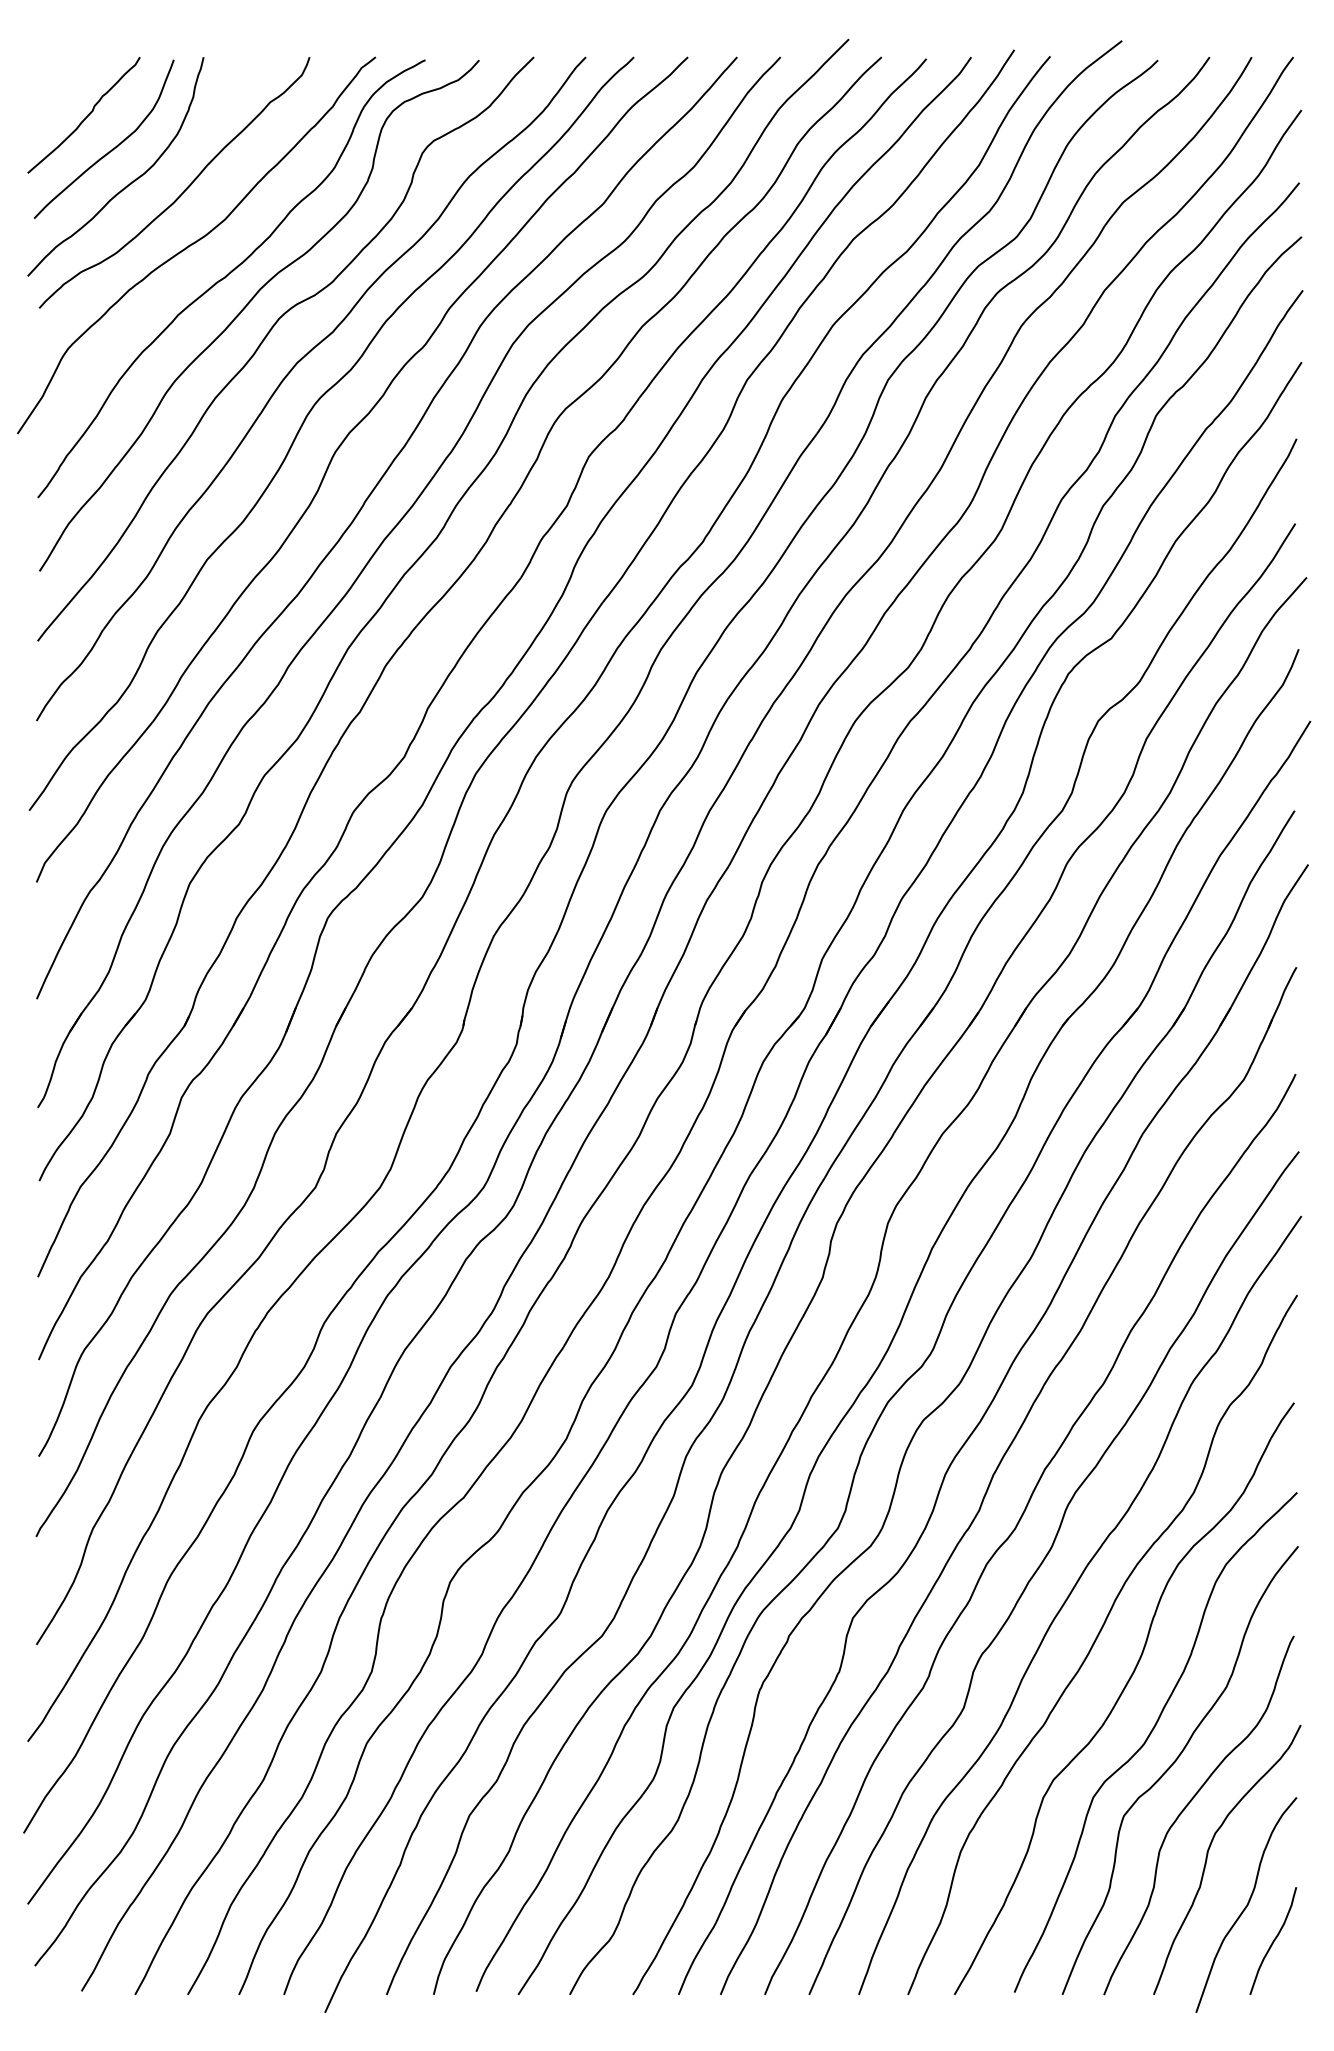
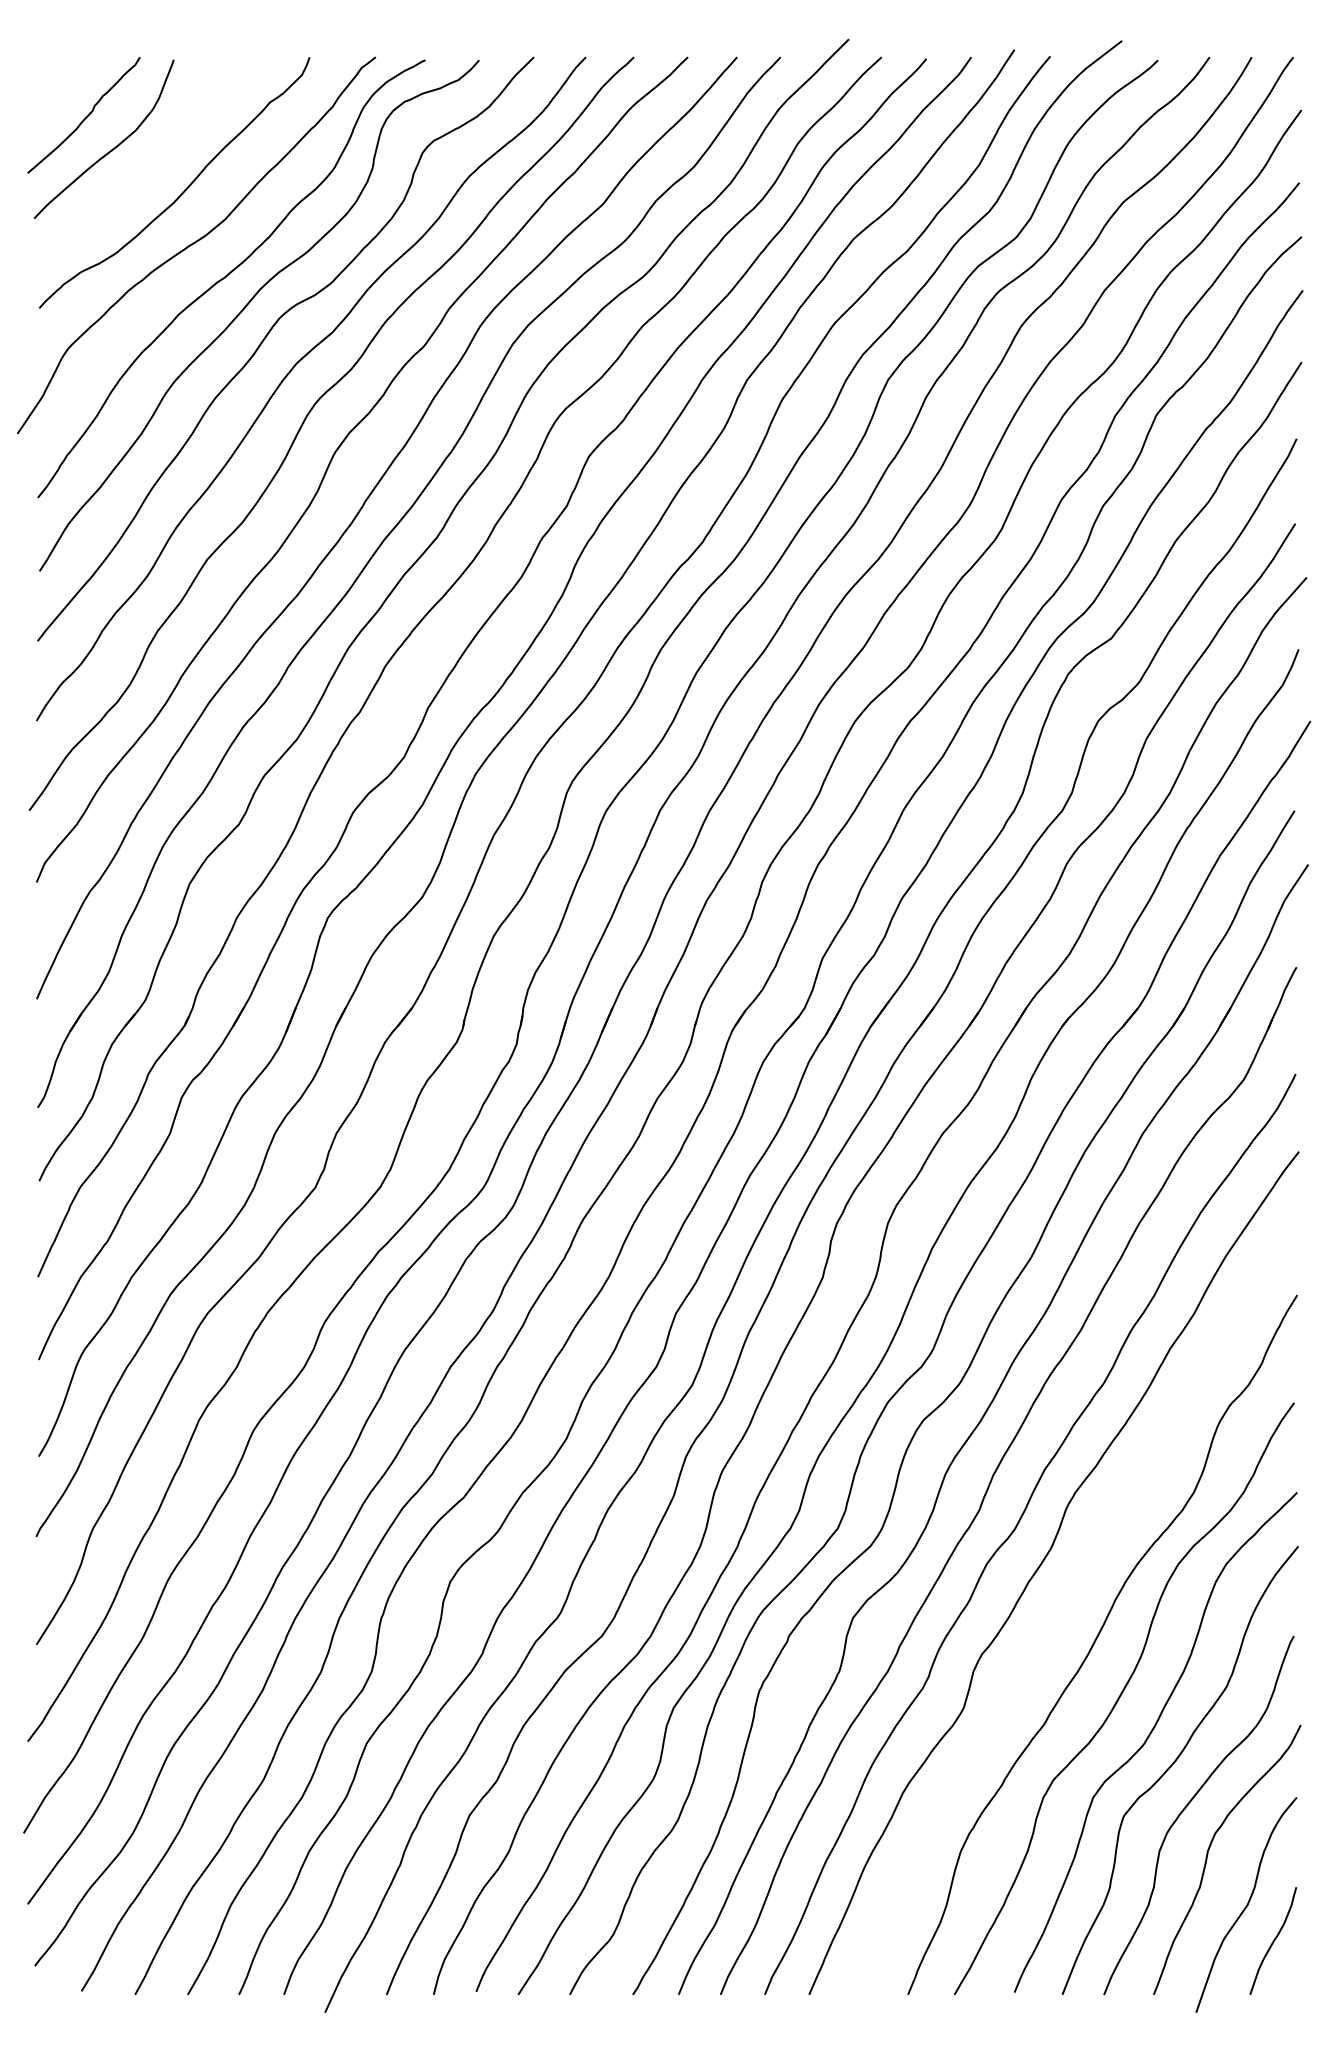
curve at (131, 181): present -> none
curve at (1069, 1597): present -> none
